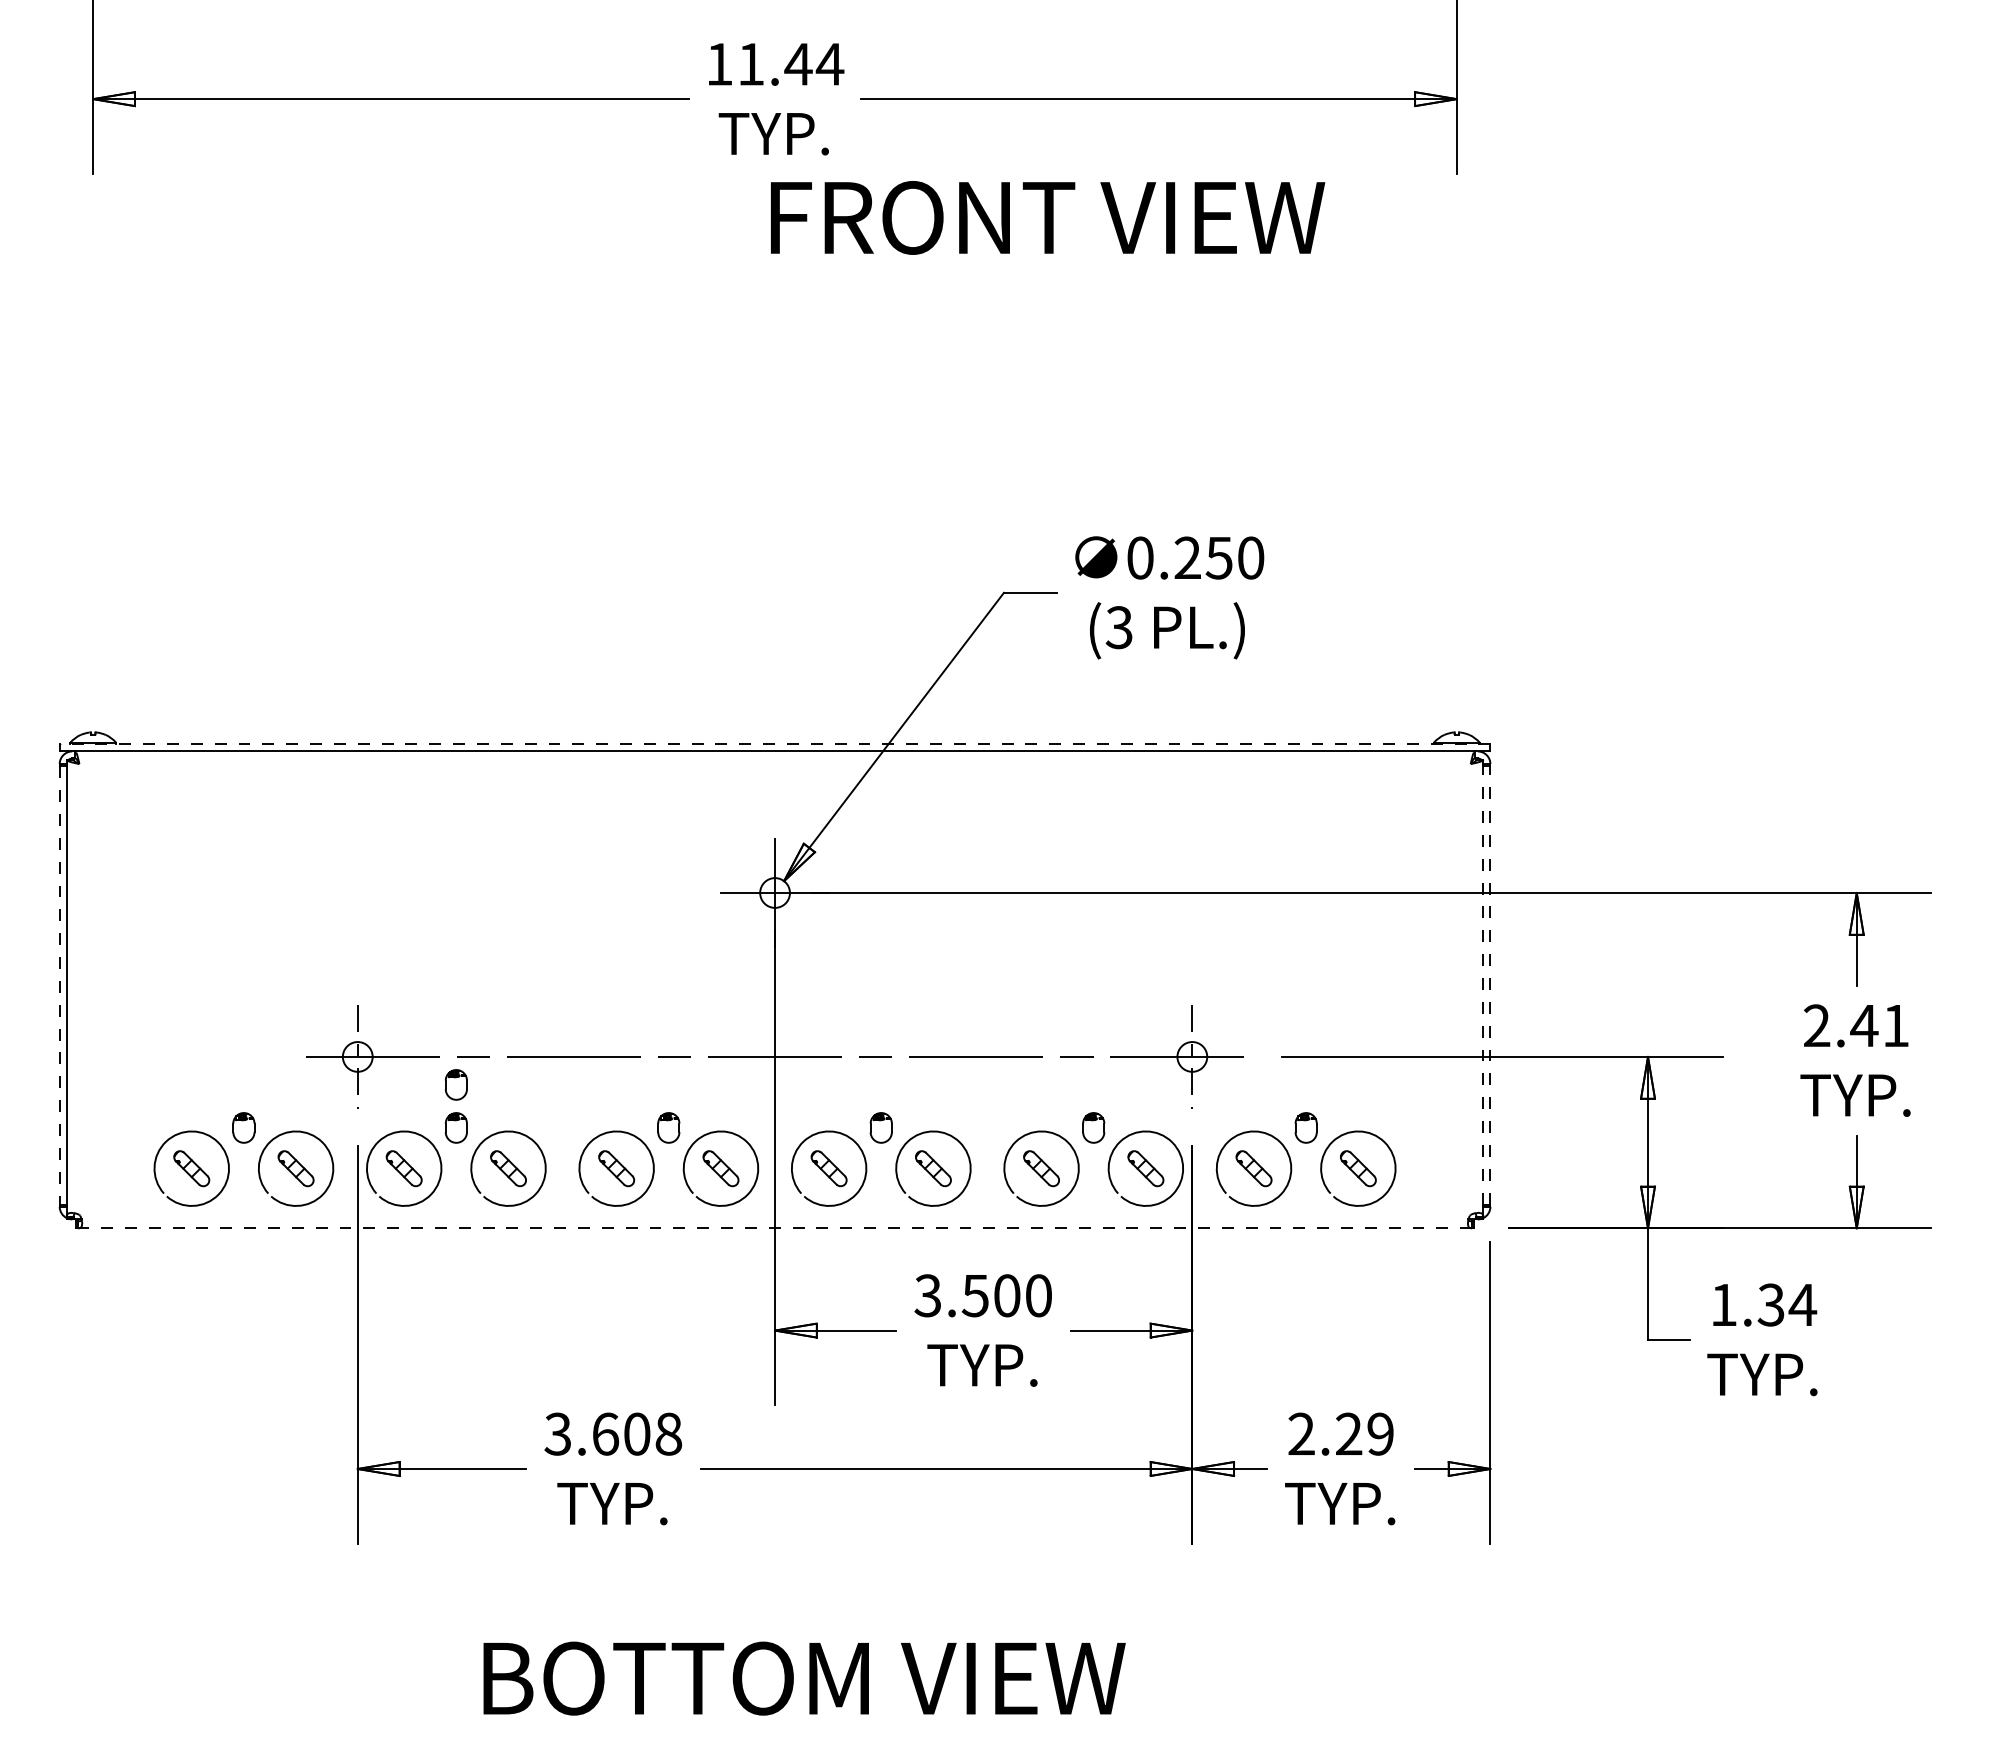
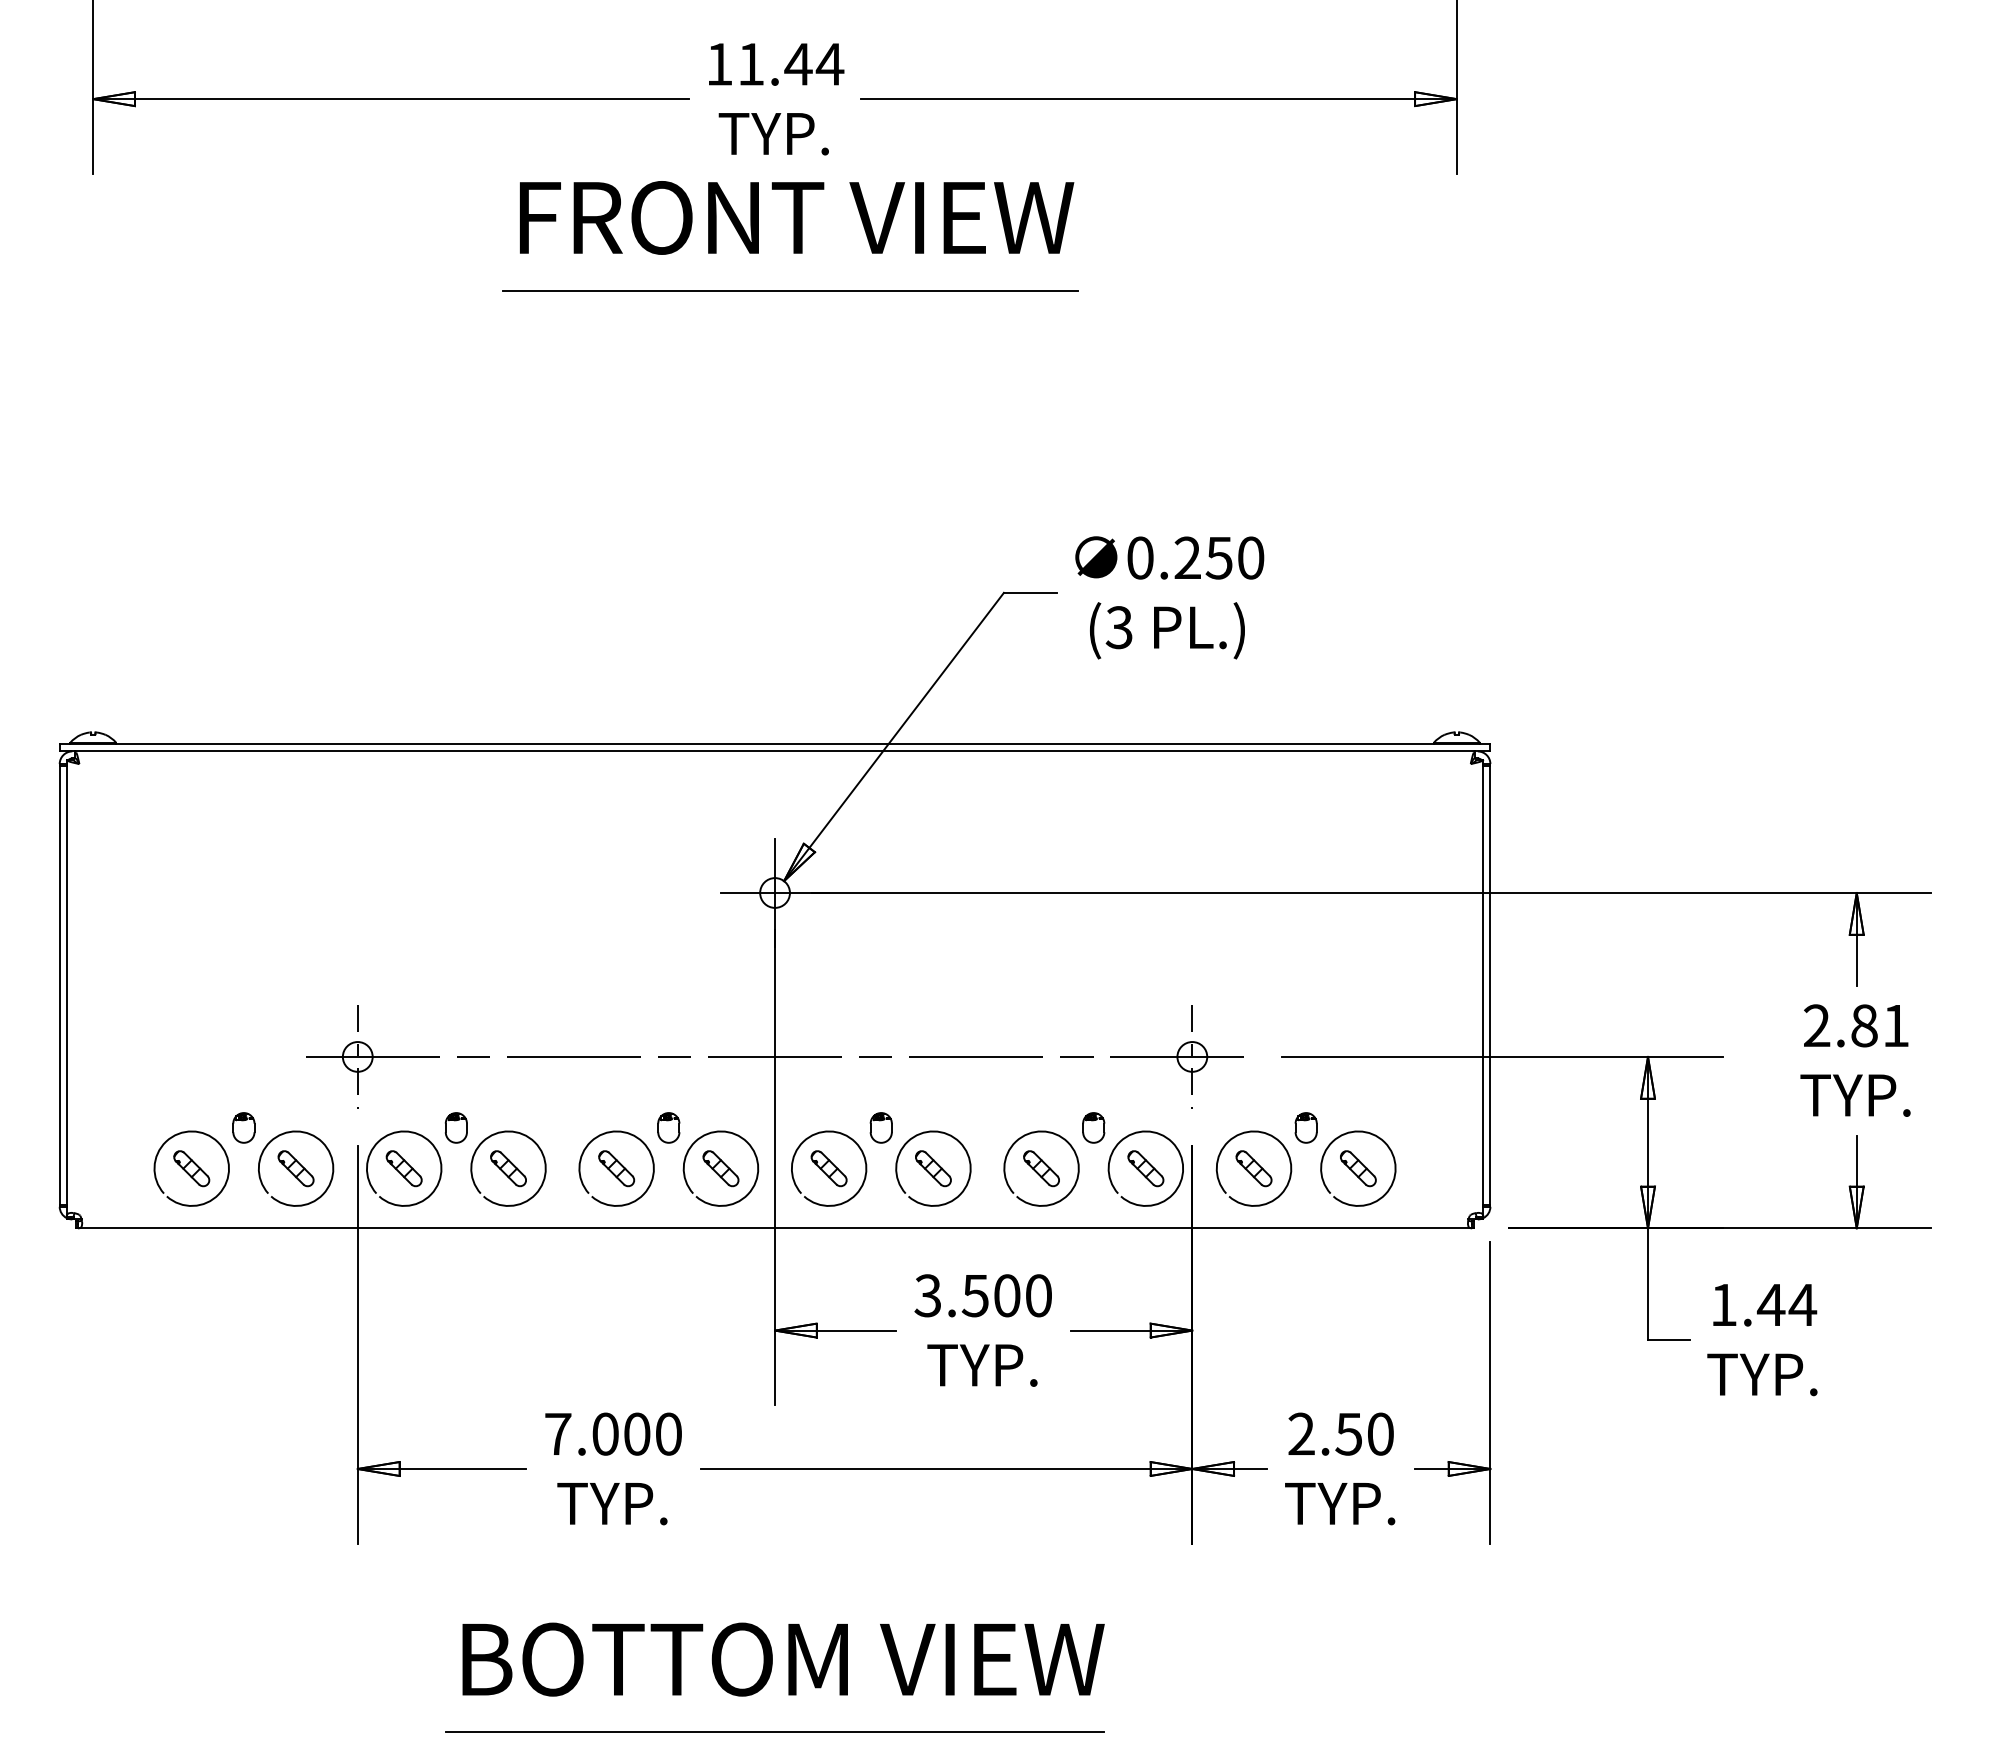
text at (1048, 217) position: (1048, 217) -> (797, 217)
line at (789, 290): none -> present
line at (774, 744): dashed -> solid
line at (1483, 984): dashed -> solid
line at (1490, 984): dashed -> solid
line at (59, 985): dashed -> solid
text at (1864, 1025): 2.41 -> 2.81
part at (455, 1084): present -> none
line at (774, 1228): dashed -> solid
text at (1770, 1304): 1.34 -> 1.44
text at (613, 1433): 3.608 -> 7.000
text at (1364, 1433): 2.29 -> 2.50
text at (804, 1678) position: (804, 1678) -> (783, 1659)
line at (774, 1732): none -> present
